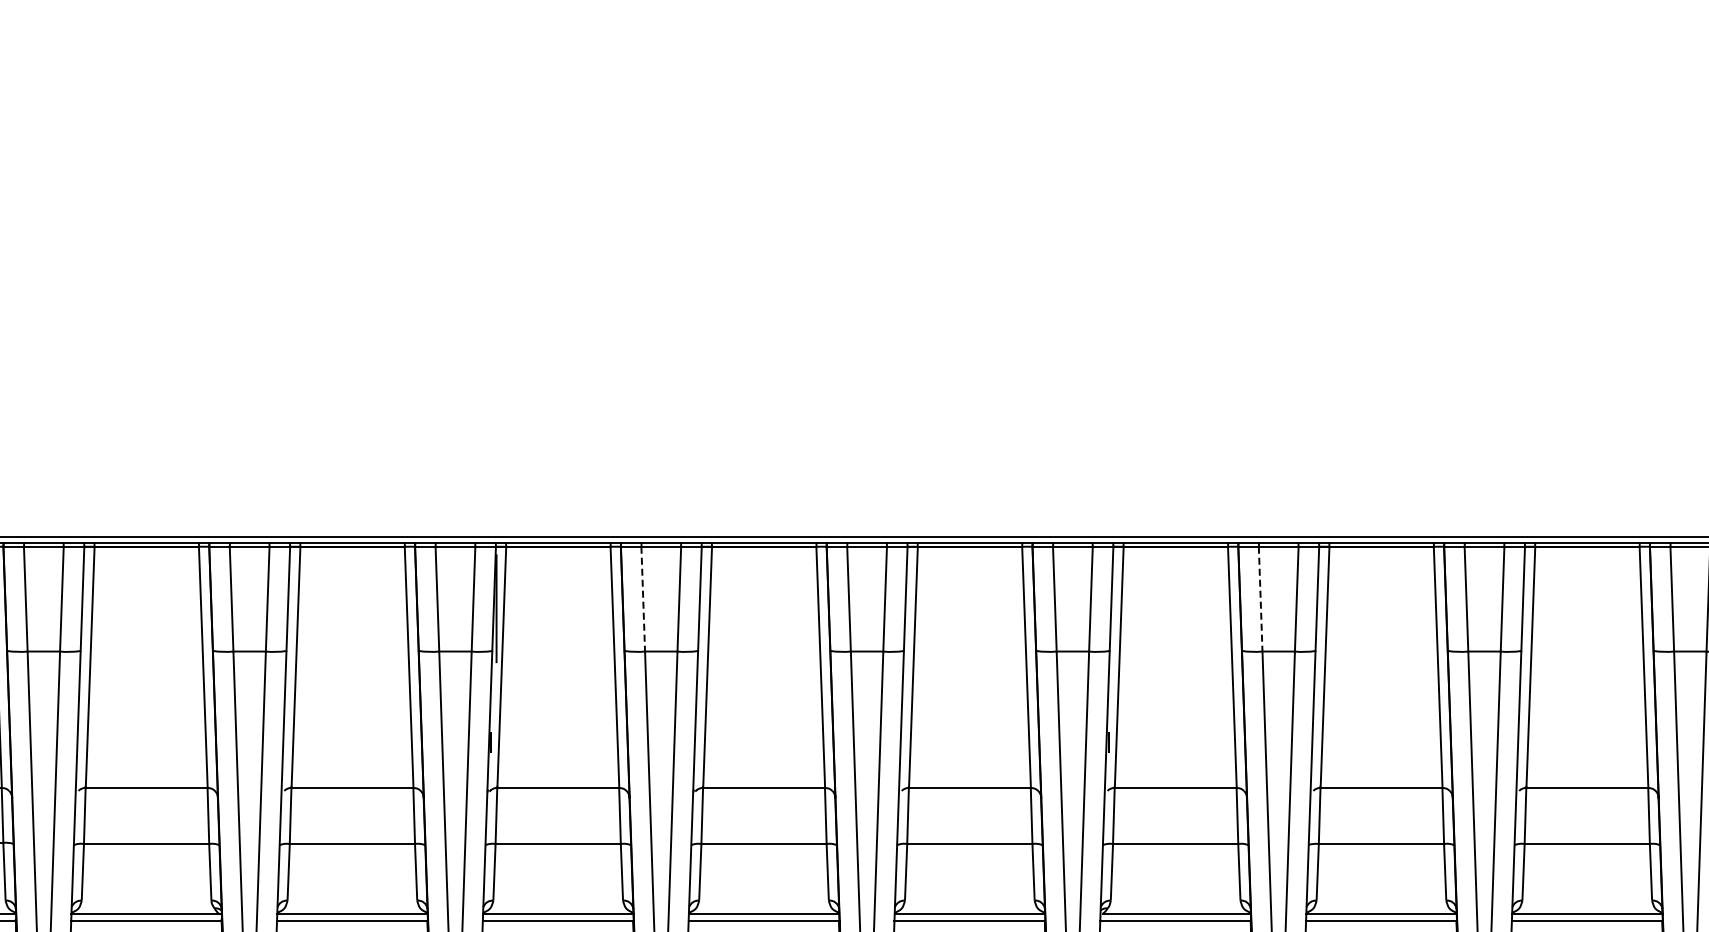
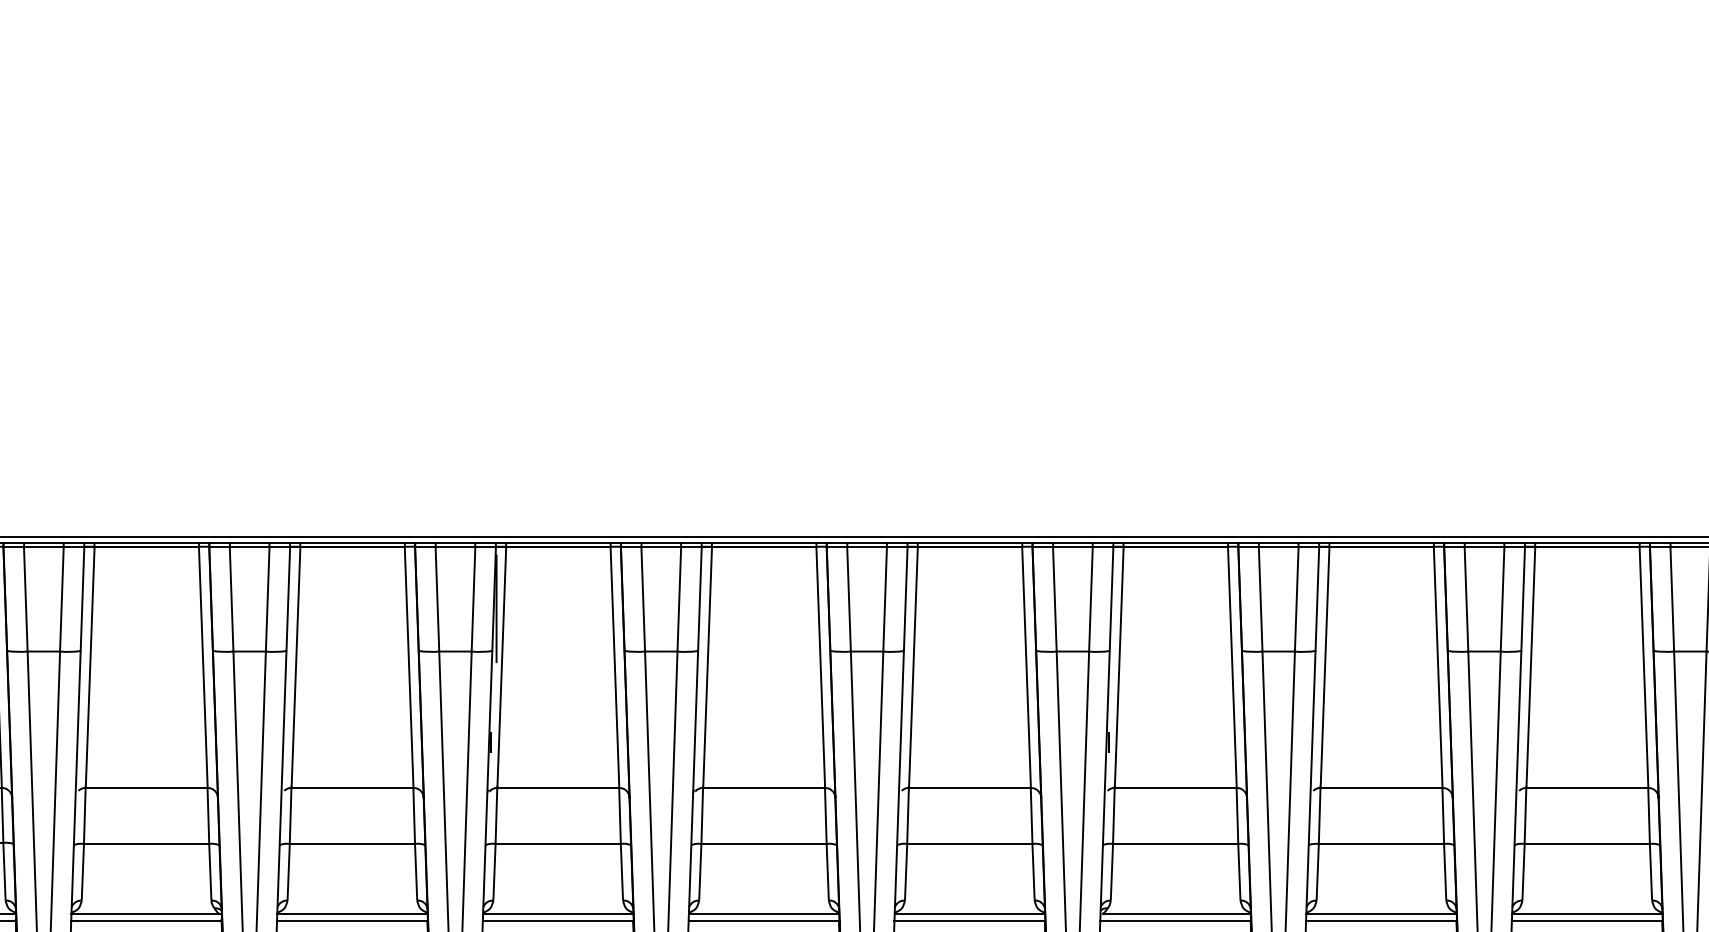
line at (643, 599): dashed -> solid
line at (1260, 599): dashed -> solid
